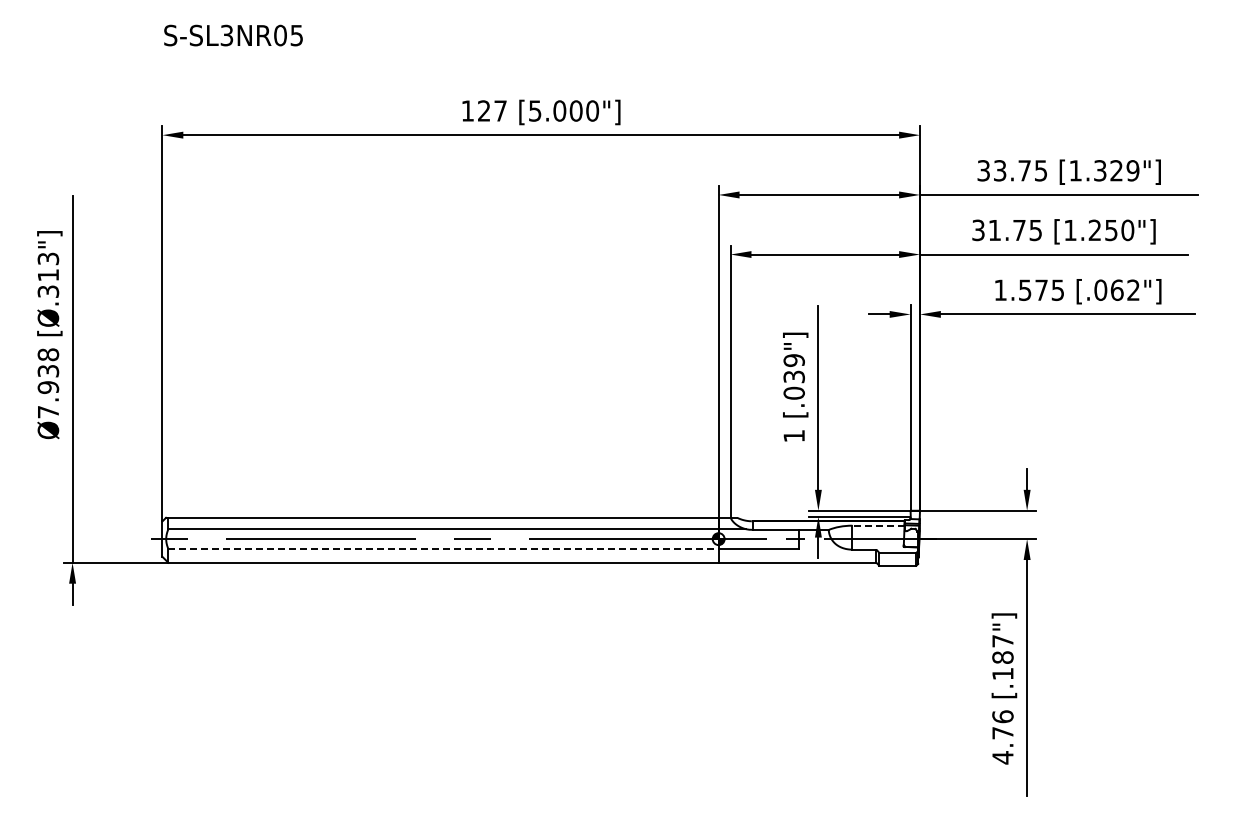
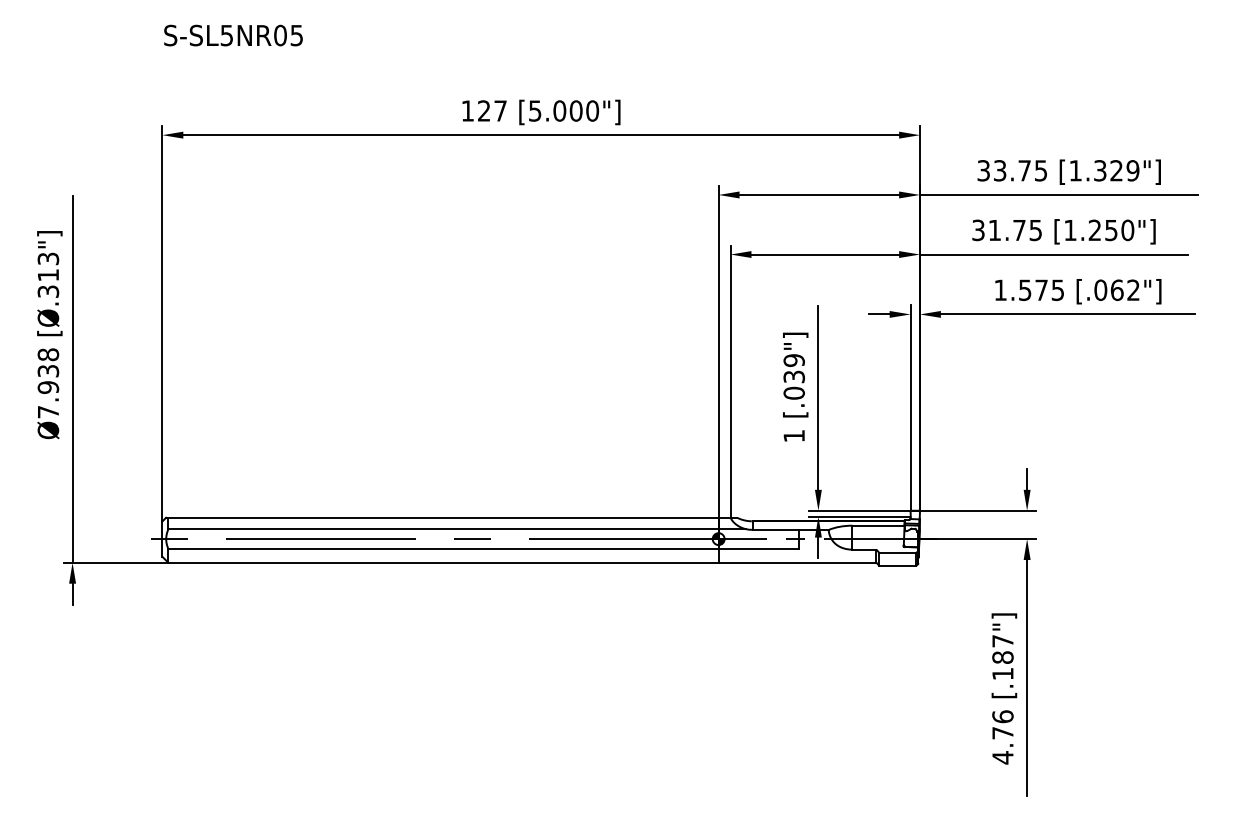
text at (227, 34): S-SL3NR05 -> S-SL5NR05
line at (877, 525): dashed -> solid
line at (444, 549): dashed -> solid
